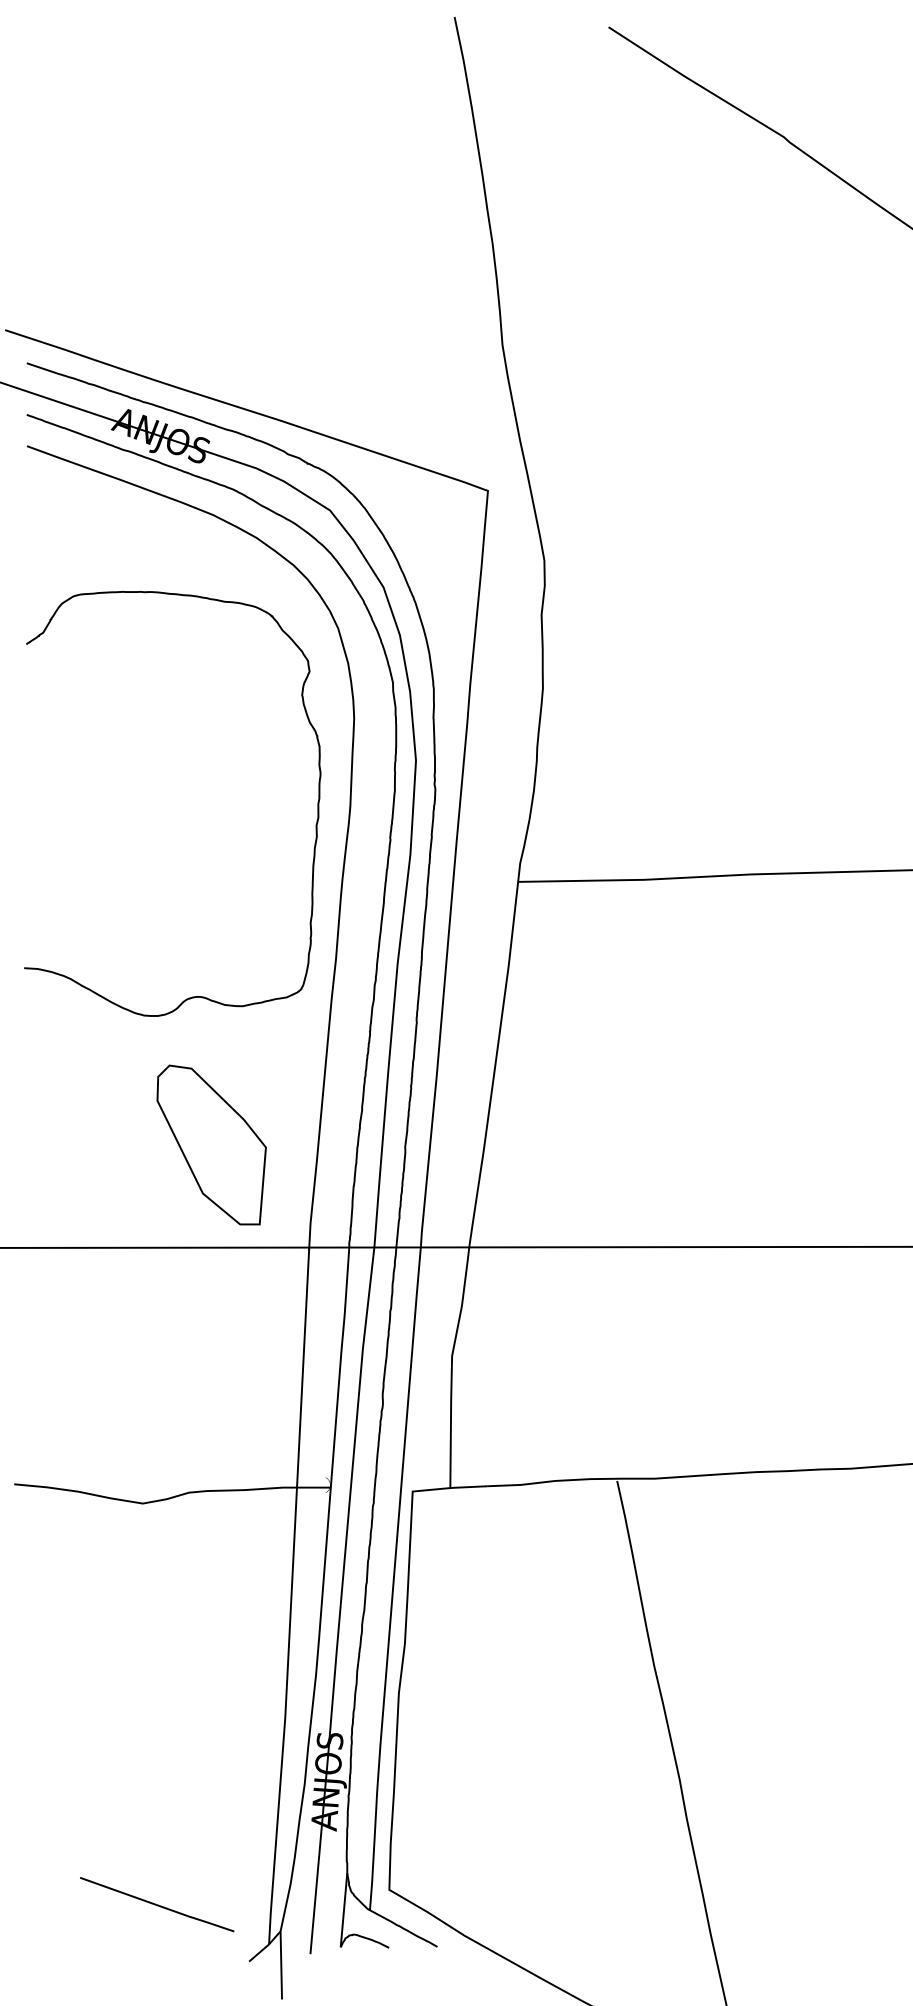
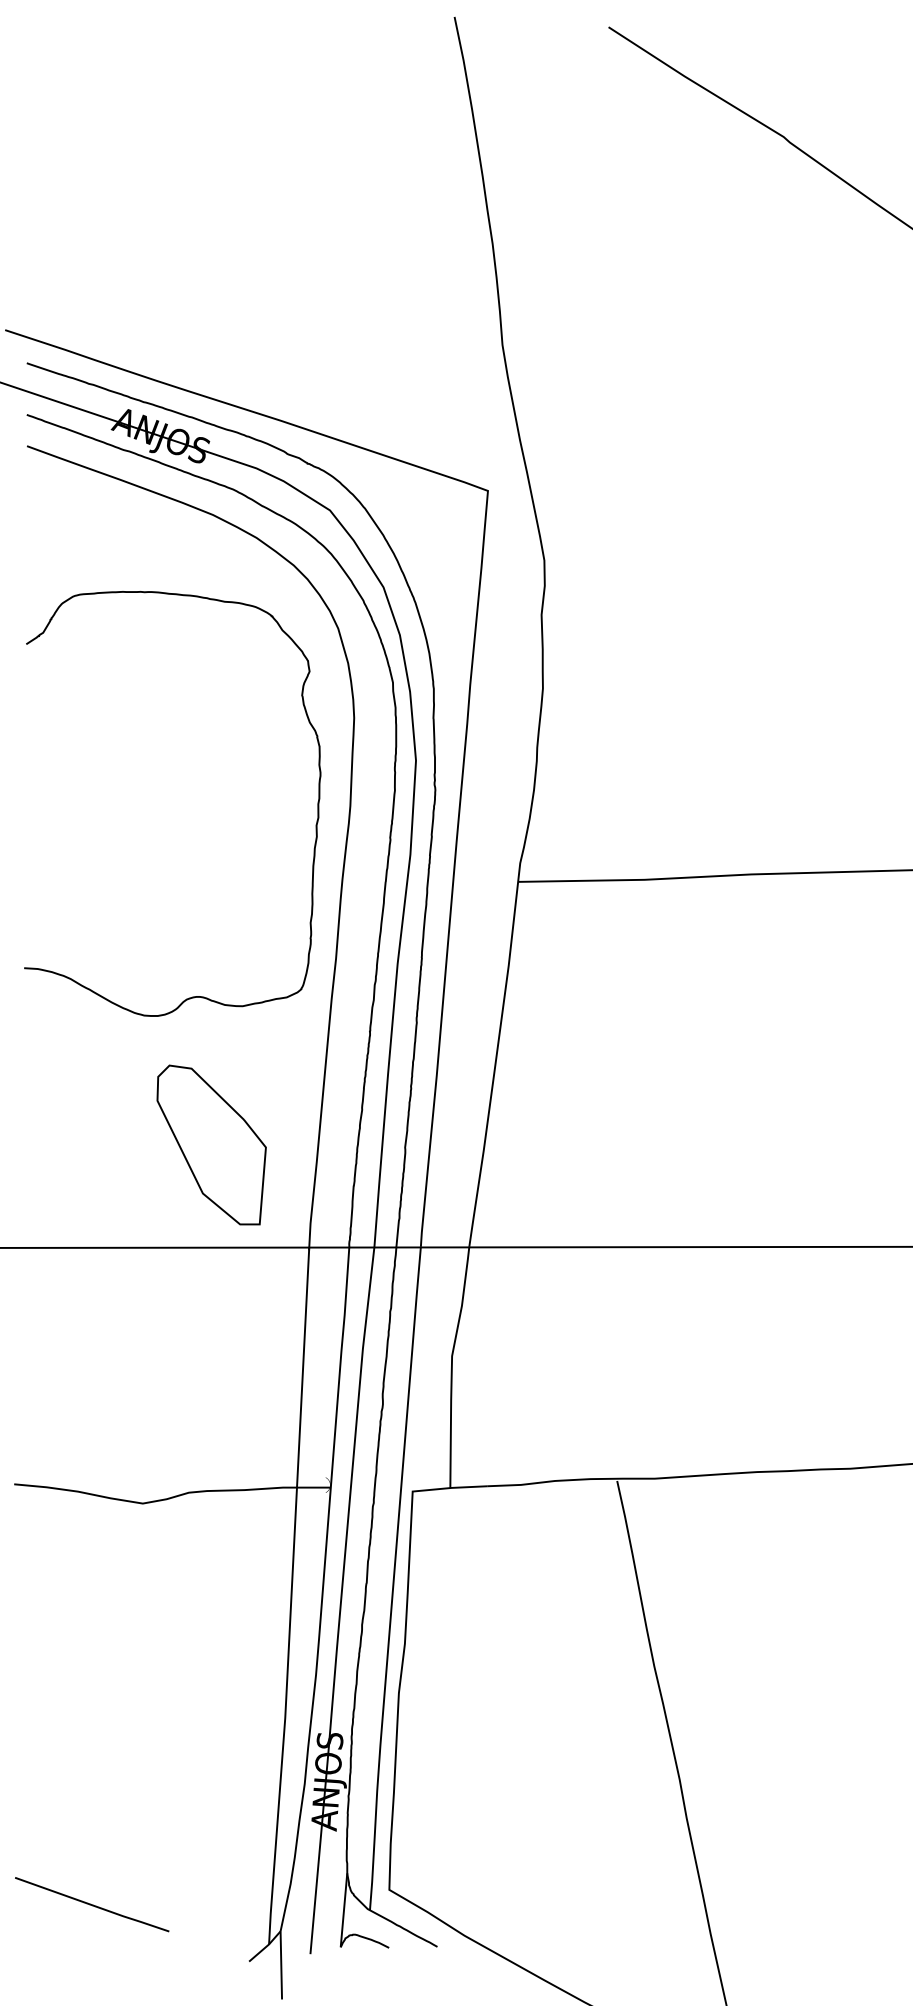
line at (157, 1904) position: (157, 1904) -> (92, 1904)
